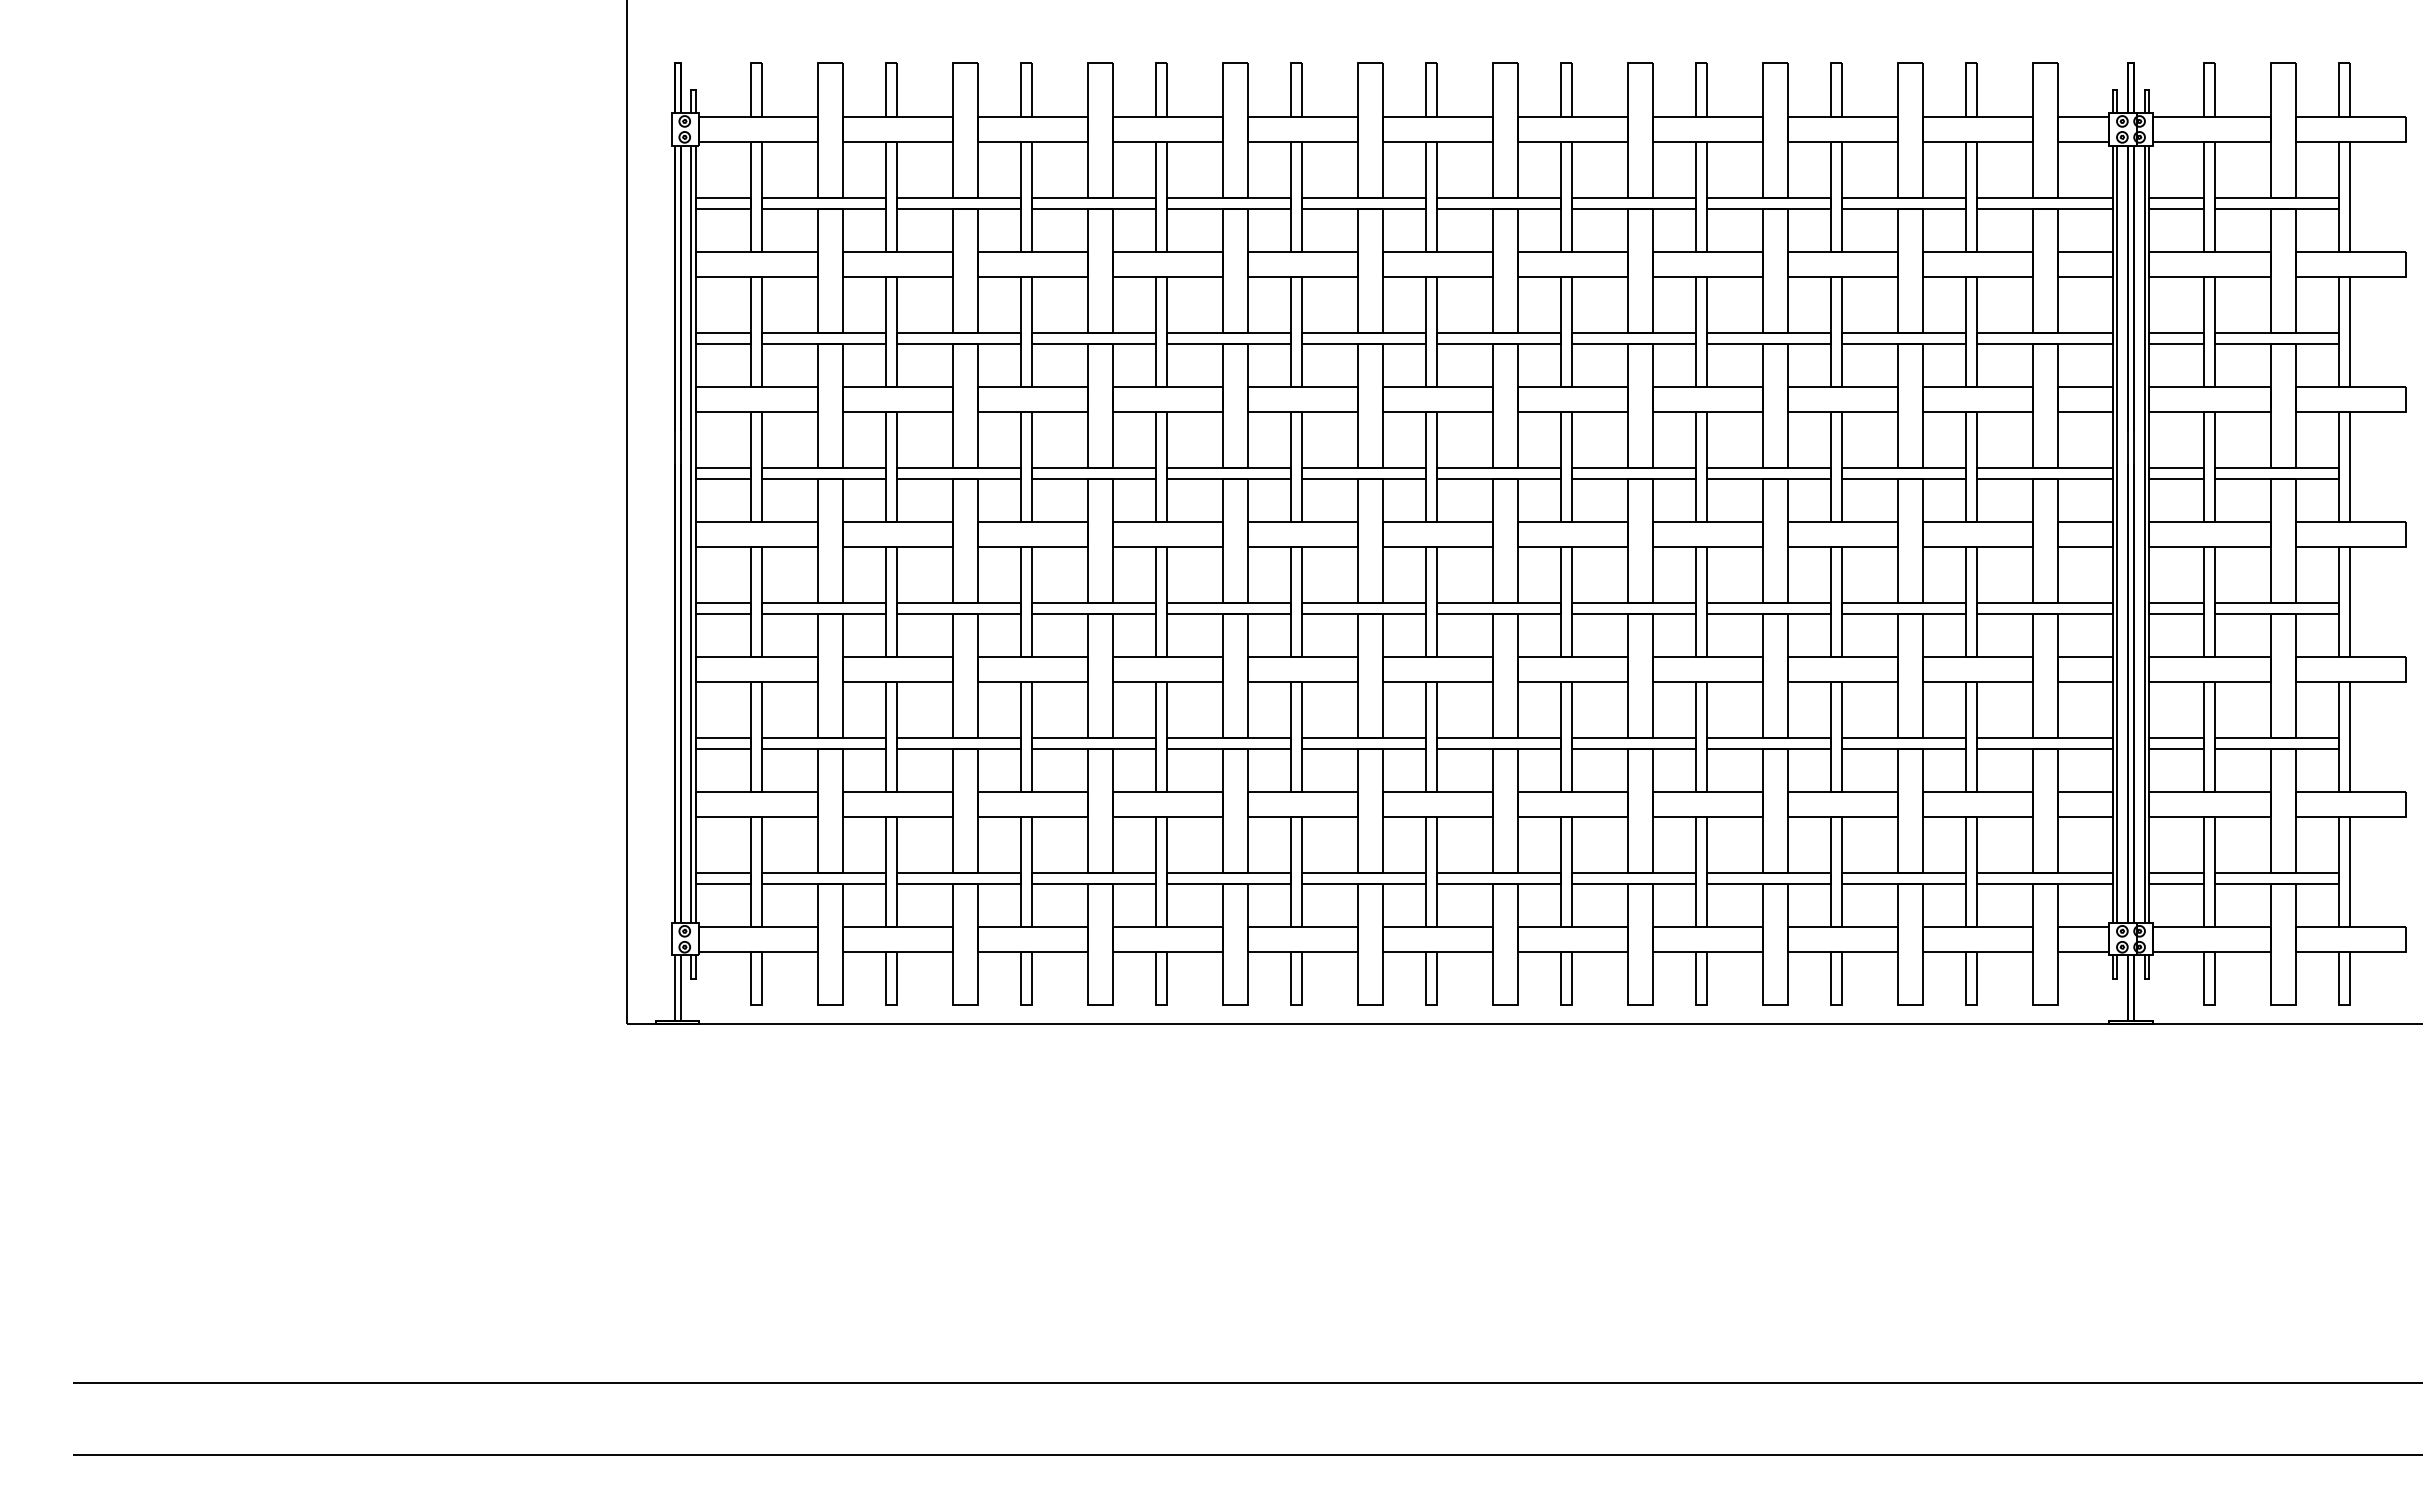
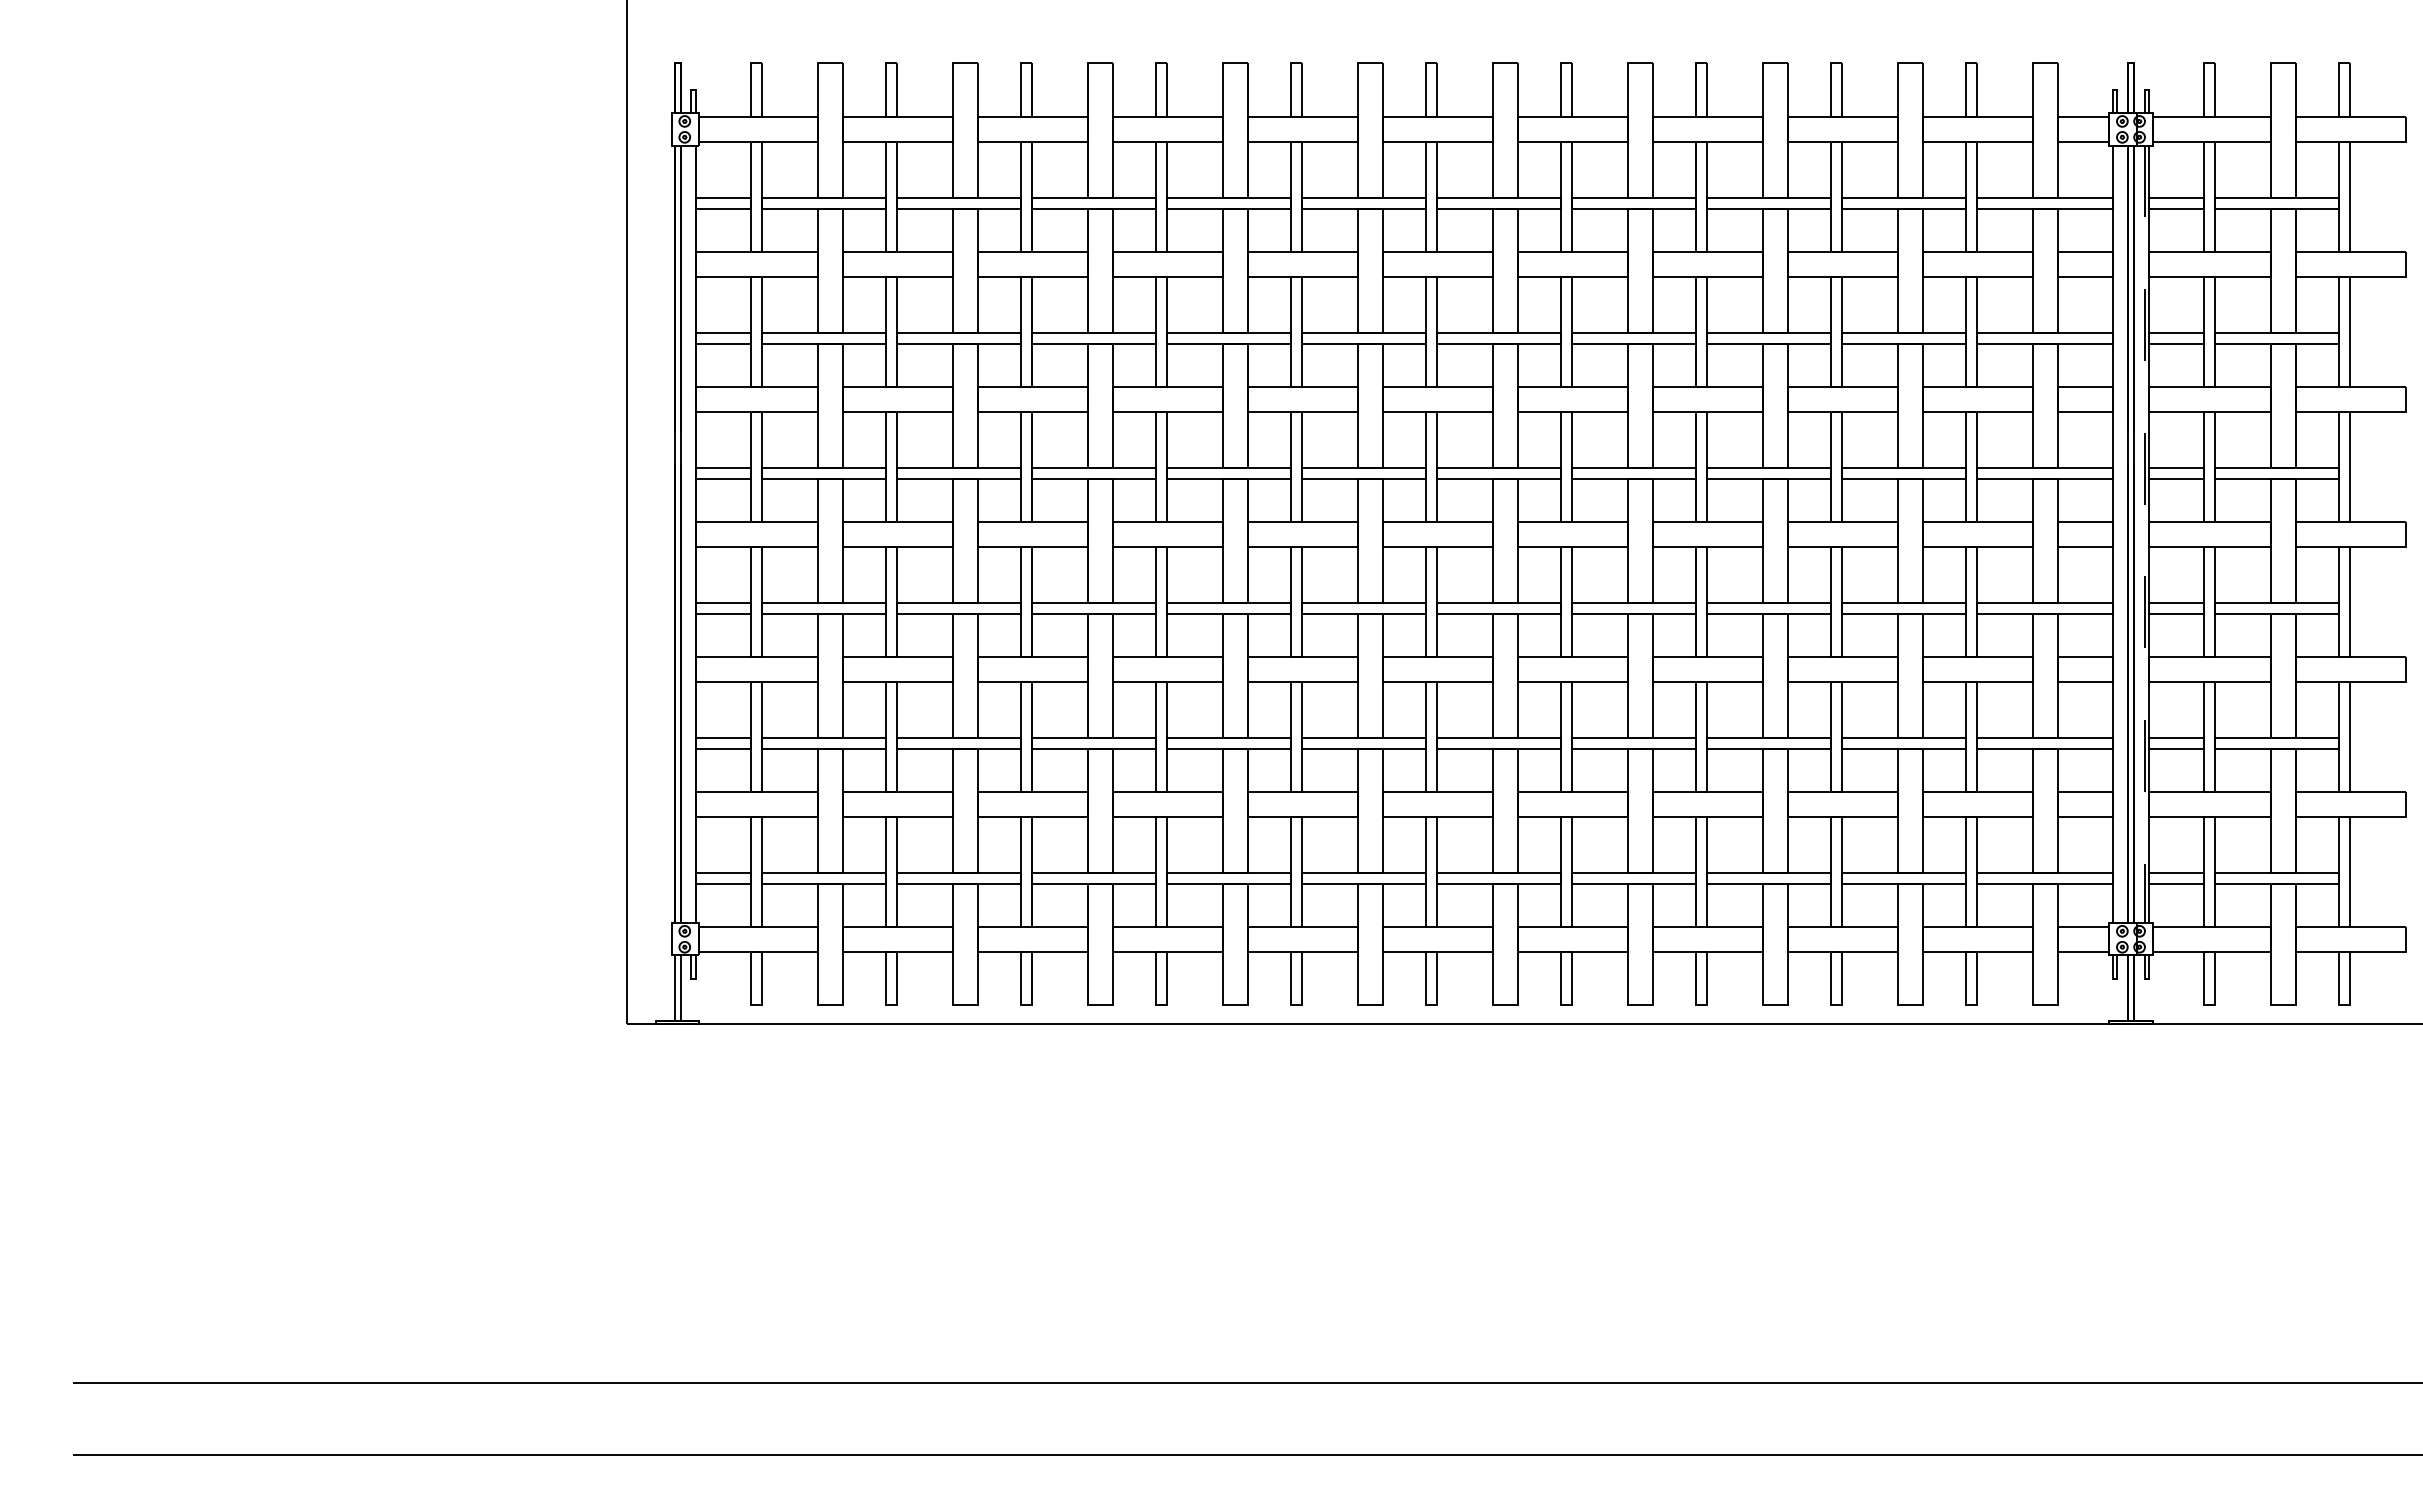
line at (691, 534): present -> none
line at (2117, 534): present -> none
line at (2144, 534): solid -> dashed
